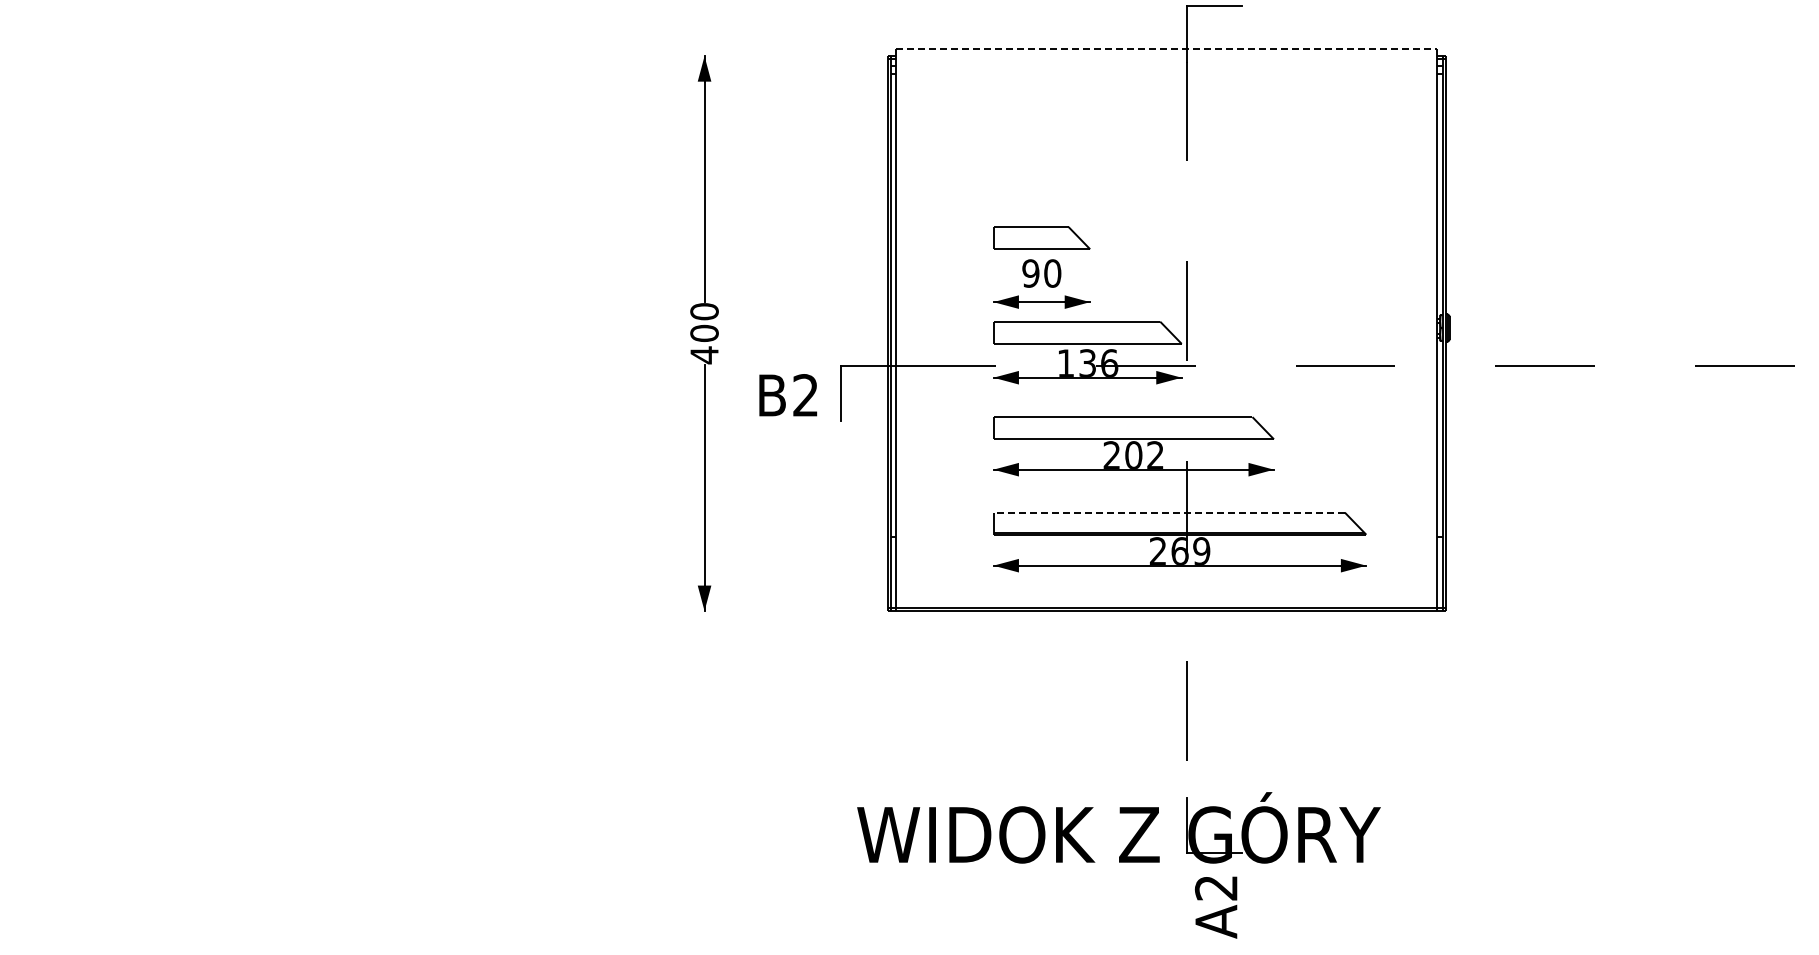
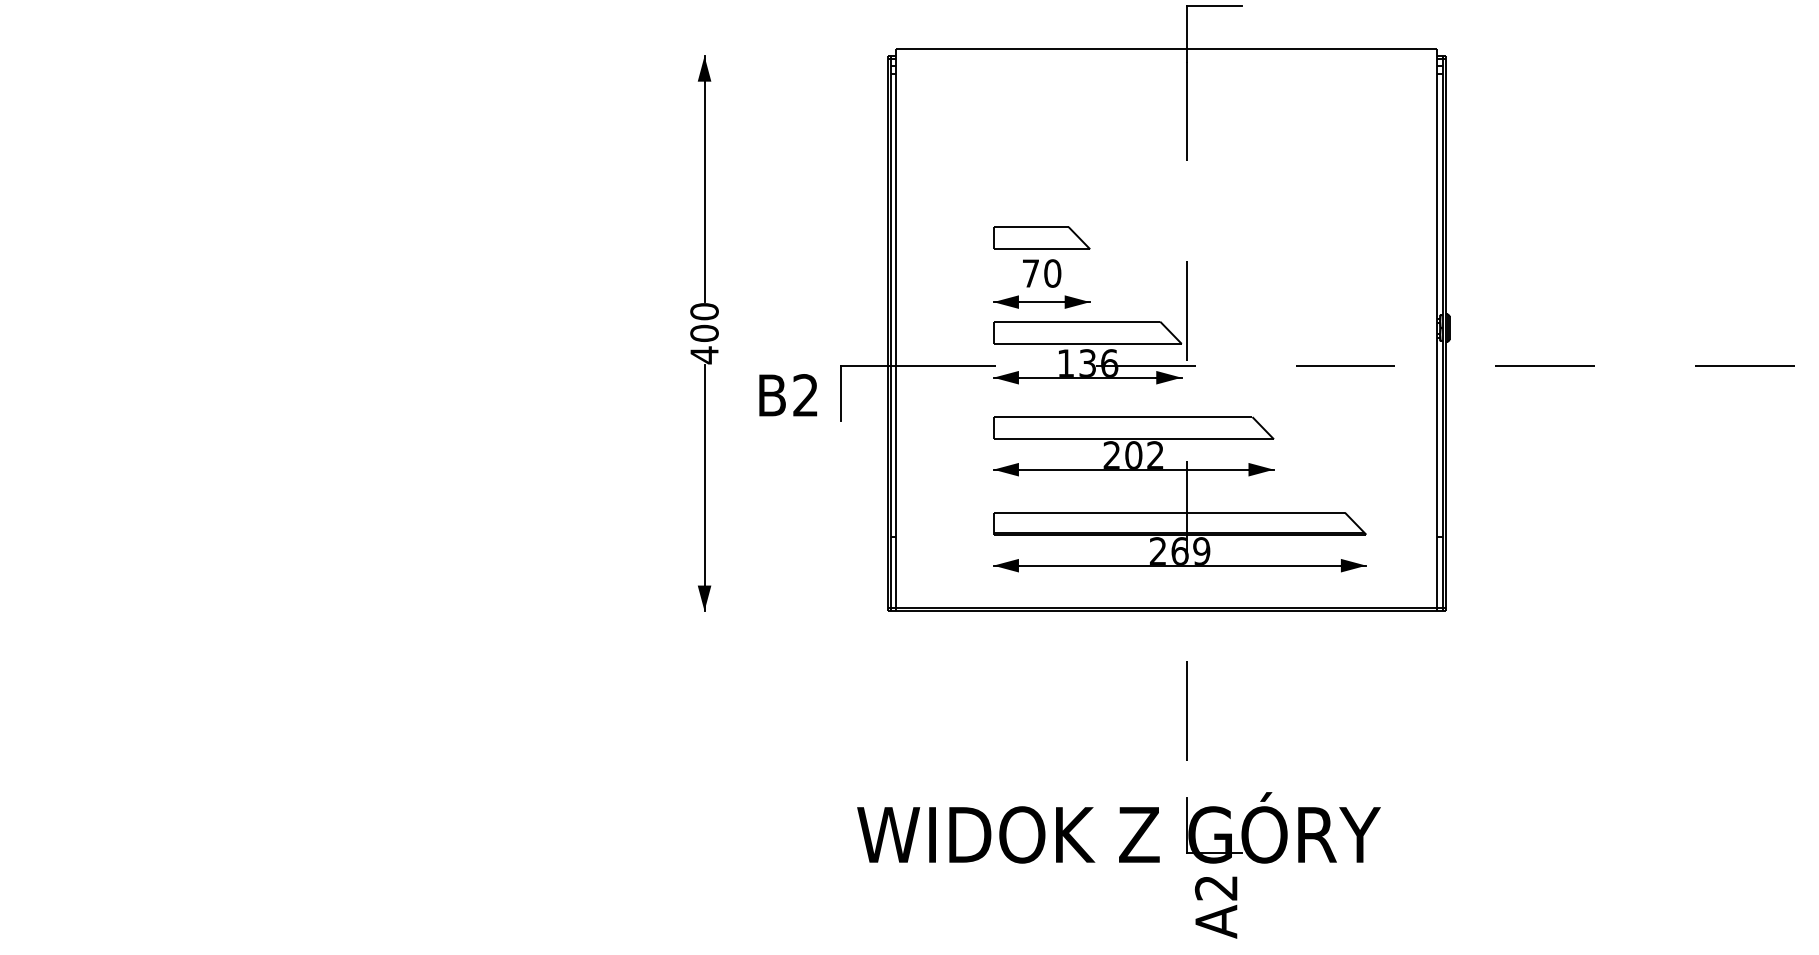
line at (1167, 48): dashed -> solid
text at (1030, 273): 90 -> 70
line at (1169, 512): dashed -> solid
